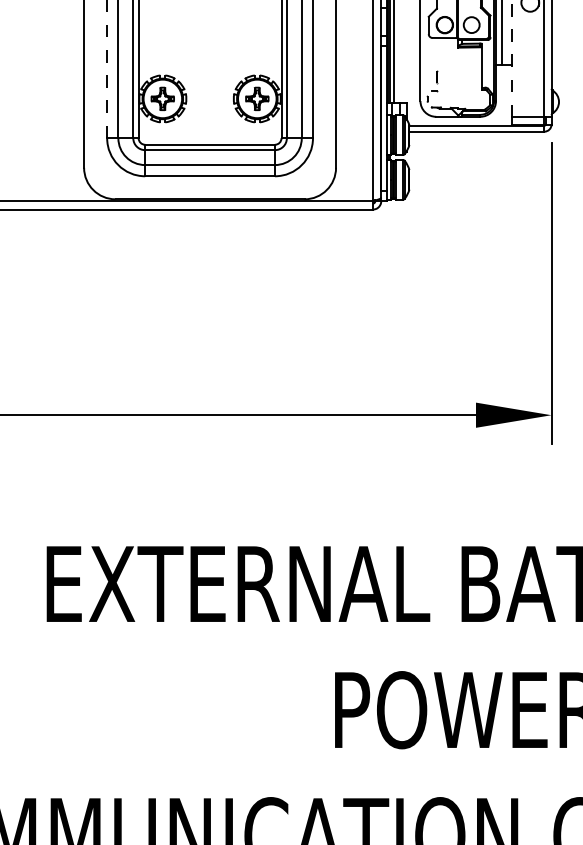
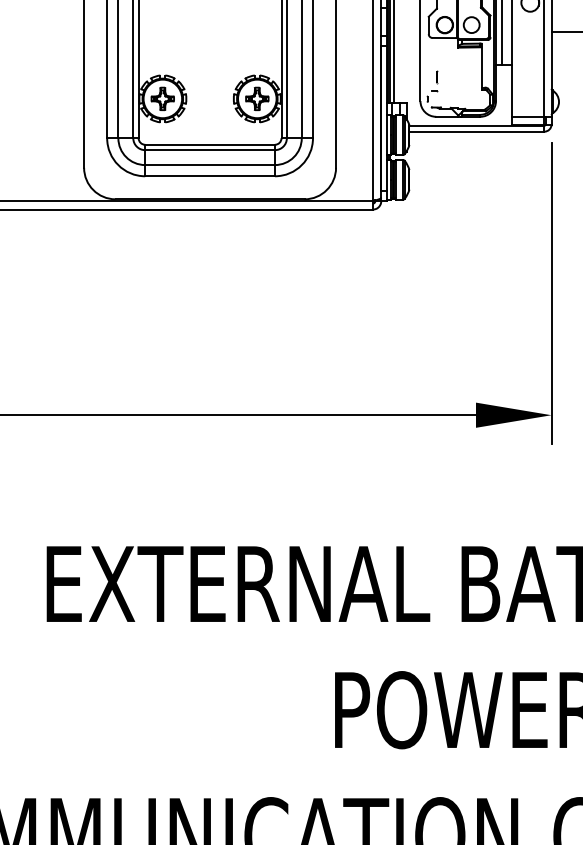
line at (565, 31): none -> present
line at (511, 58): dashed -> solid
line at (107, 69): dashed -> solid
